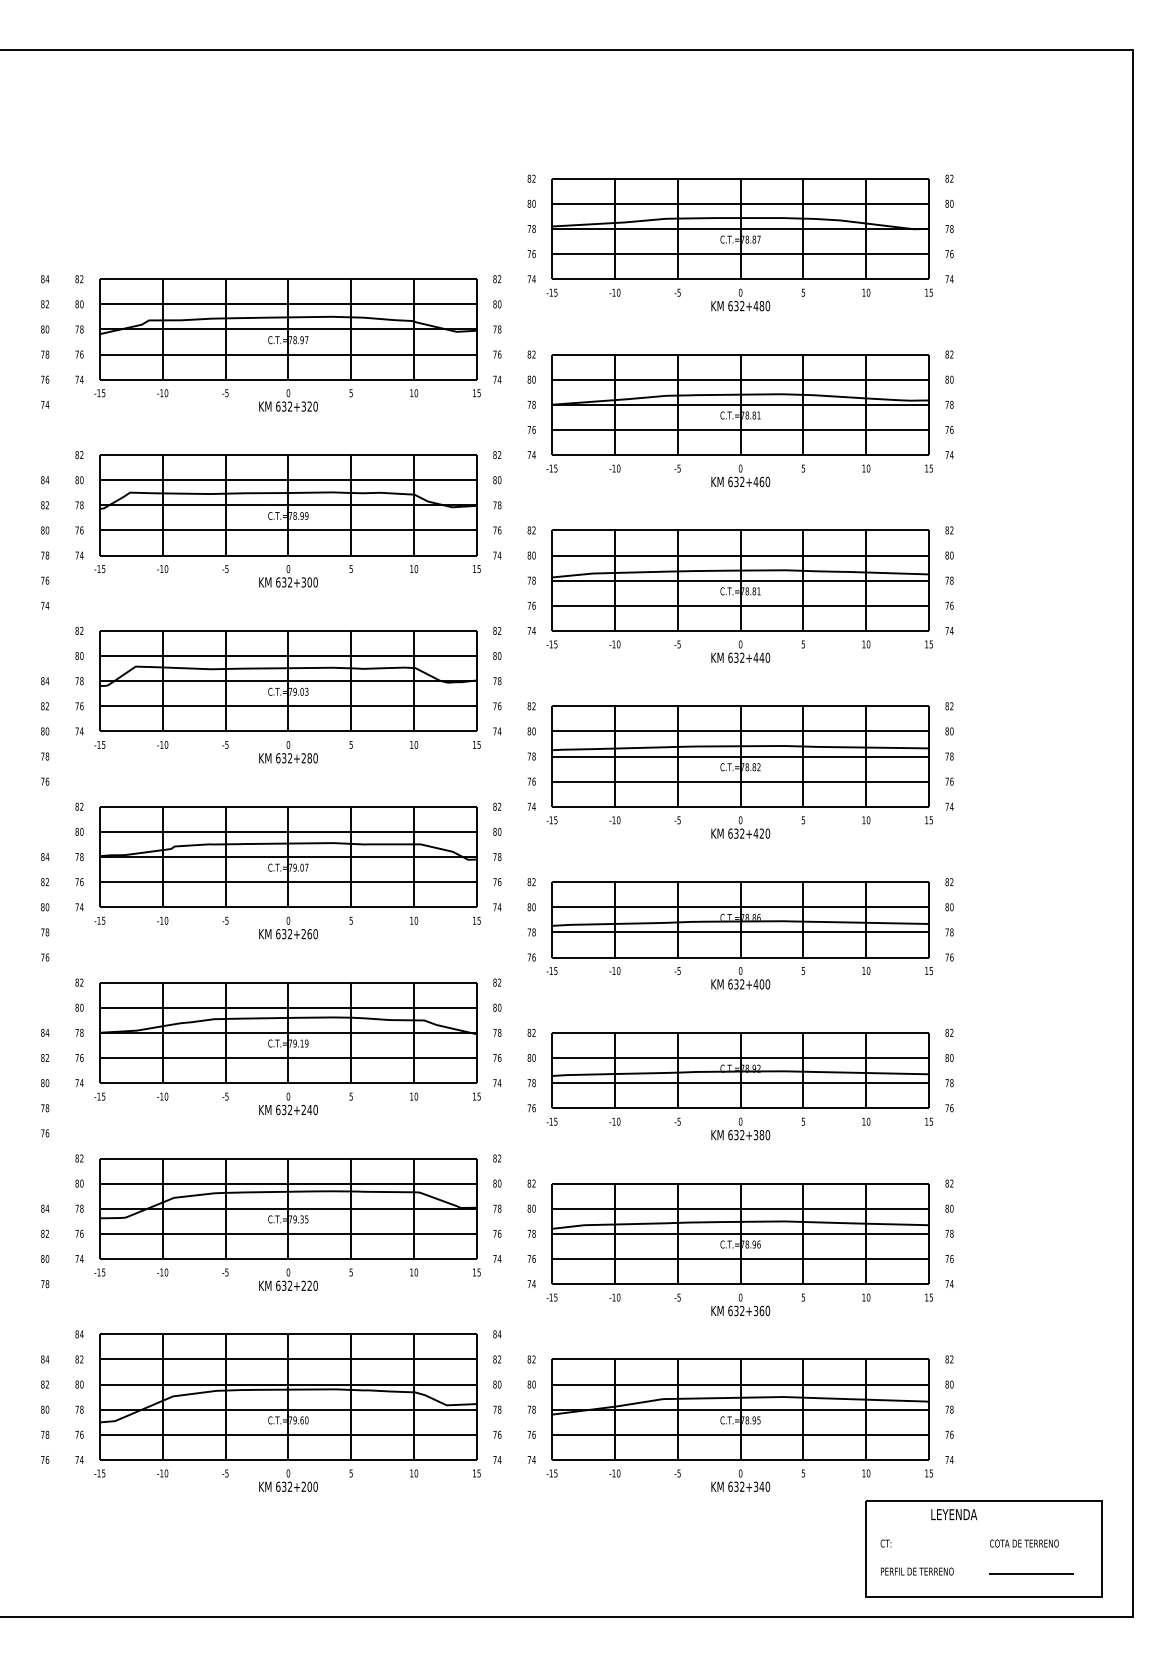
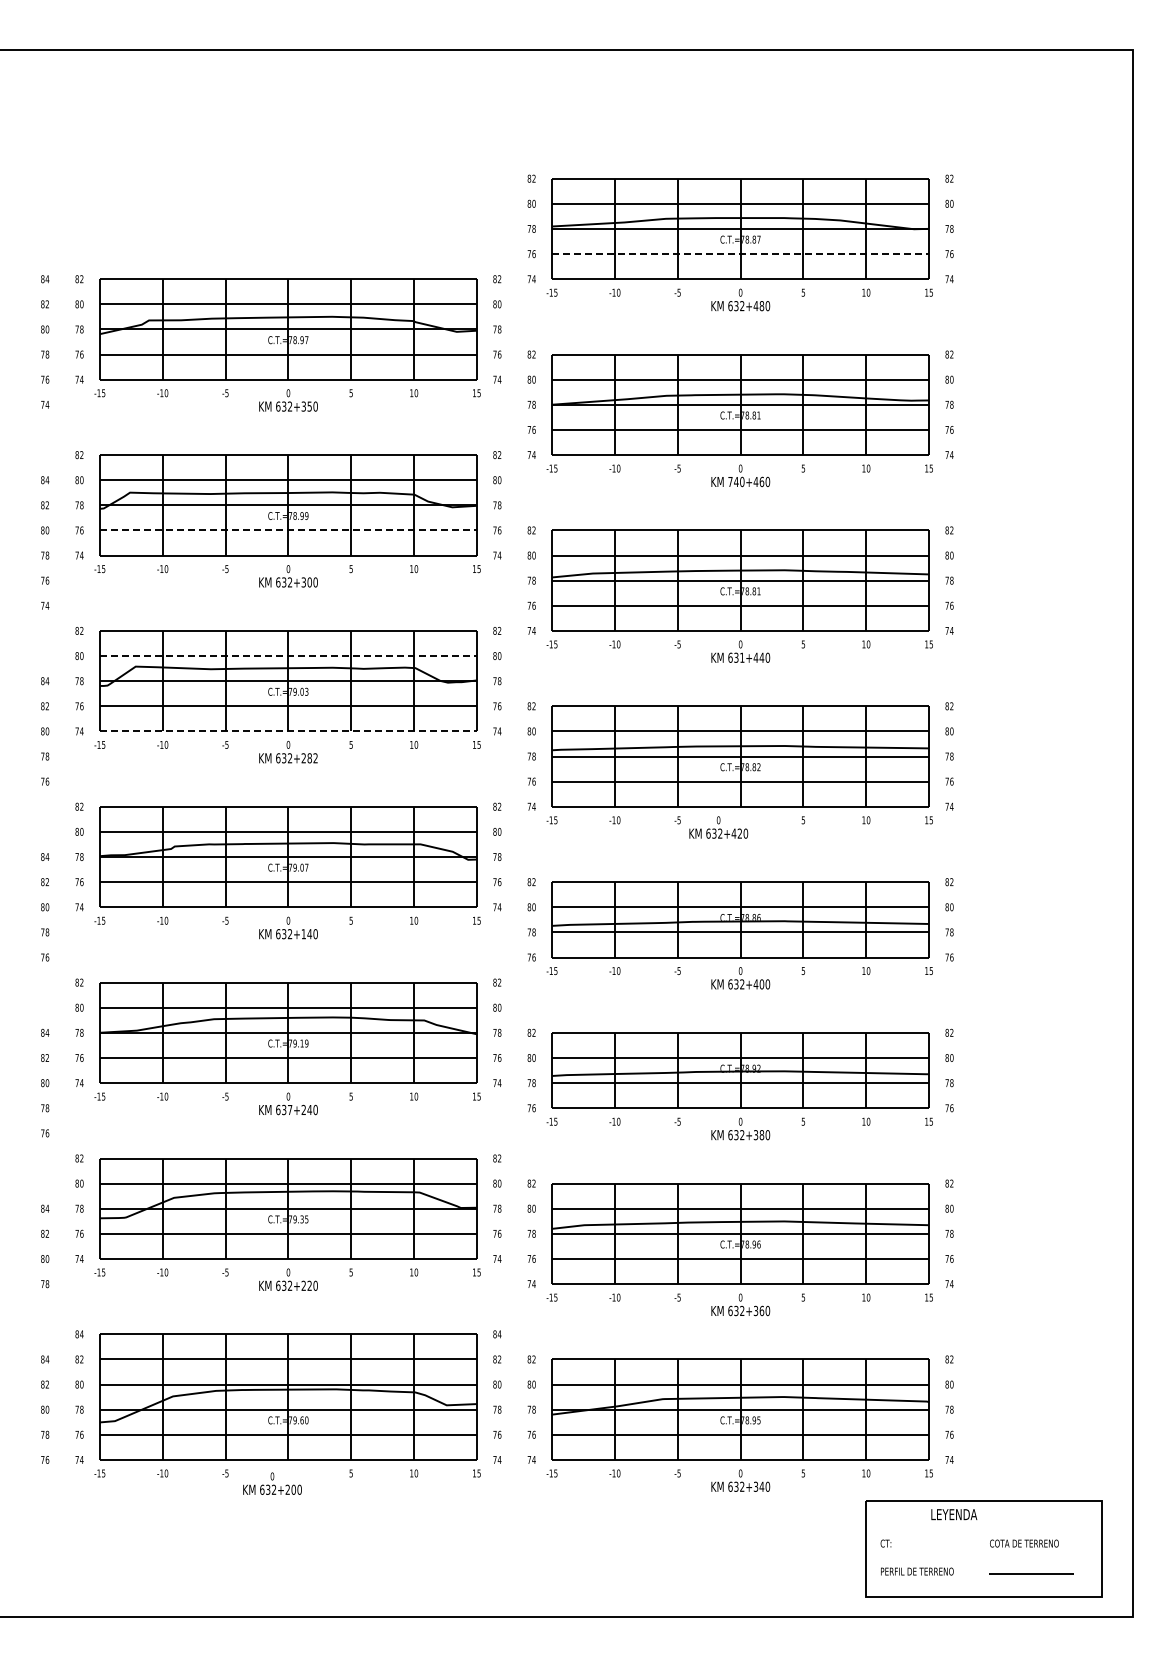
line at (741, 254): solid -> dashed
text at (309, 406): 632+320 -> 632+350
text at (736, 481): 632+460 -> 740+460
line at (288, 530): solid -> dashed
line at (288, 656): solid -> dashed
text at (742, 657): 632+440 -> 631+440
line at (288, 731): solid -> dashed
text at (315, 758): 632+280 -> 632+282
text at (740, 827) position: (740, 827) -> (718, 827)
text at (306, 934): 632+260 -> 632+140
text at (289, 1109): 632+240 -> 637+240
text at (288, 1480) position: (288, 1480) -> (272, 1483)
